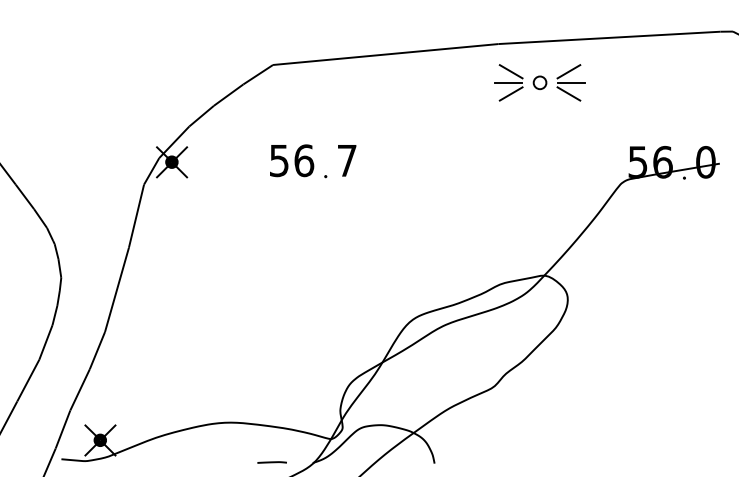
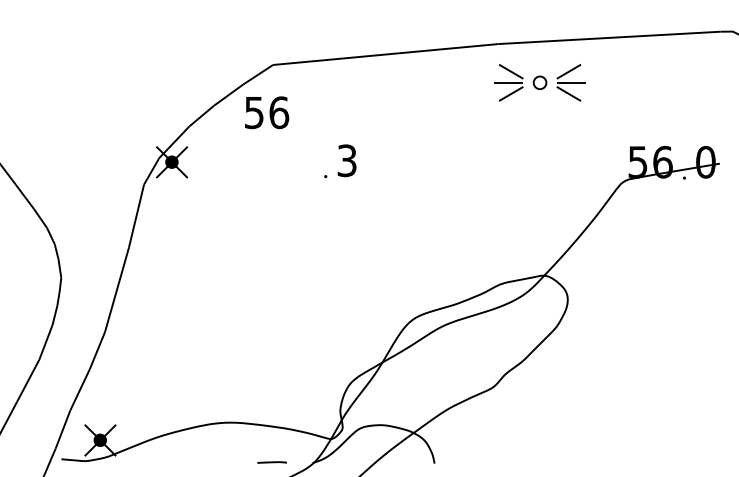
text at (292, 160) position: (292, 160) -> (267, 112)
text at (346, 160): 7 -> 3
